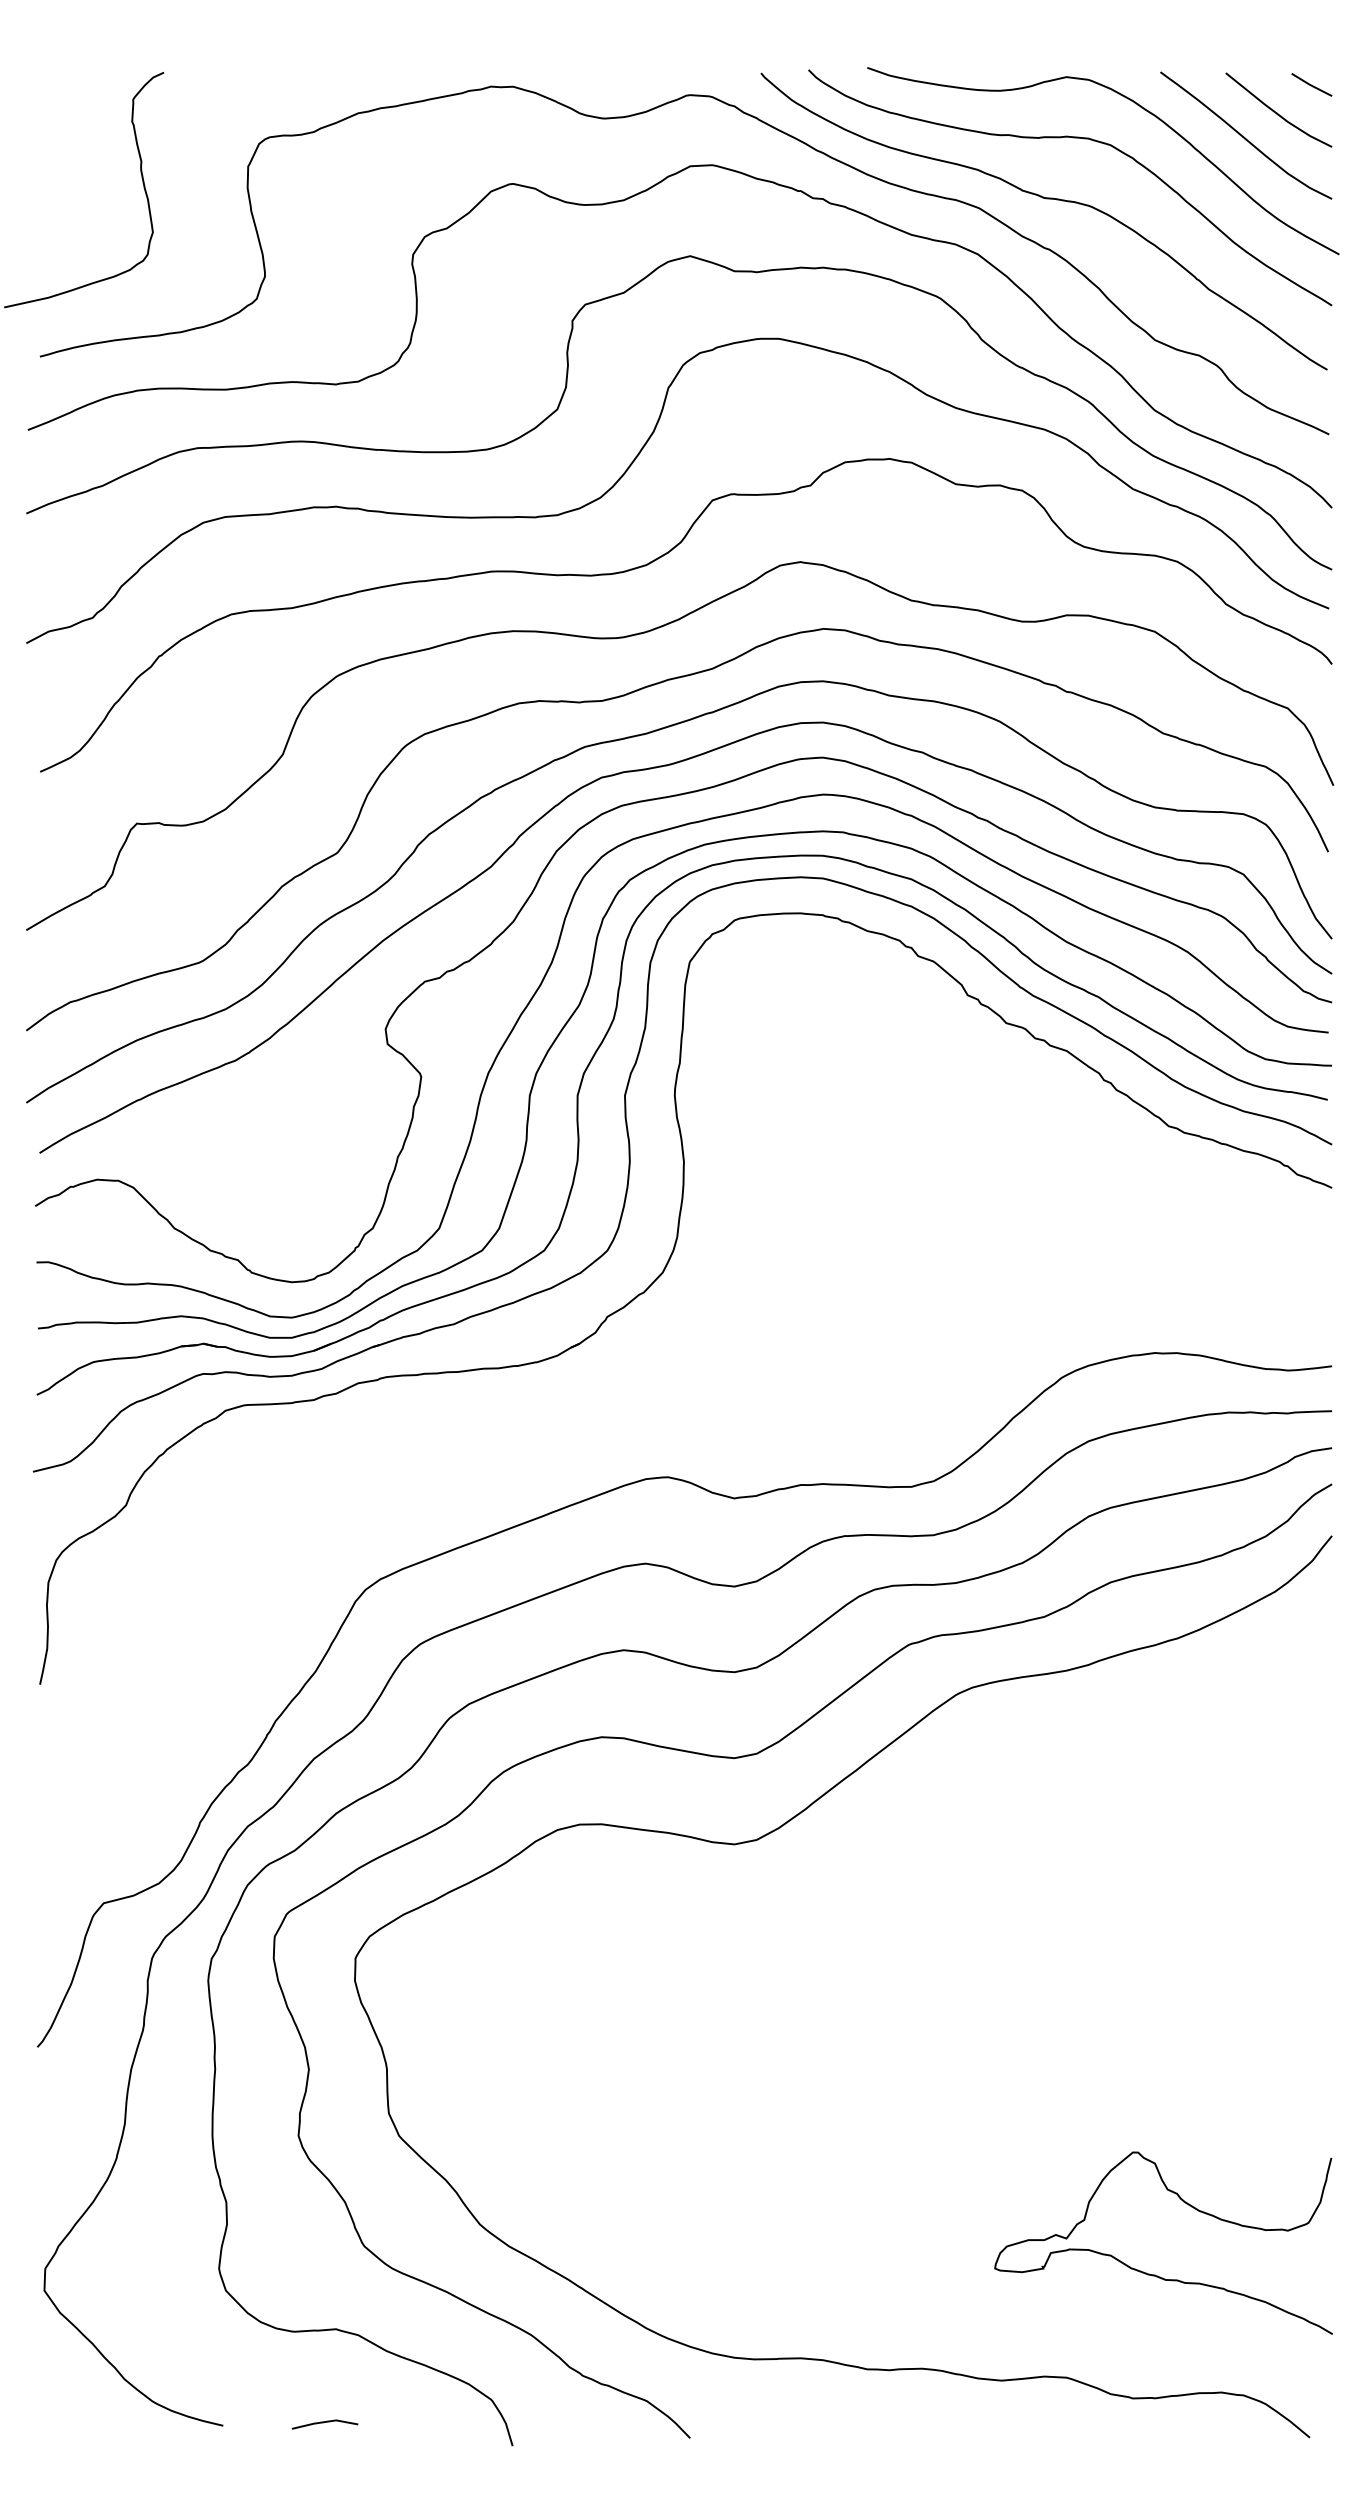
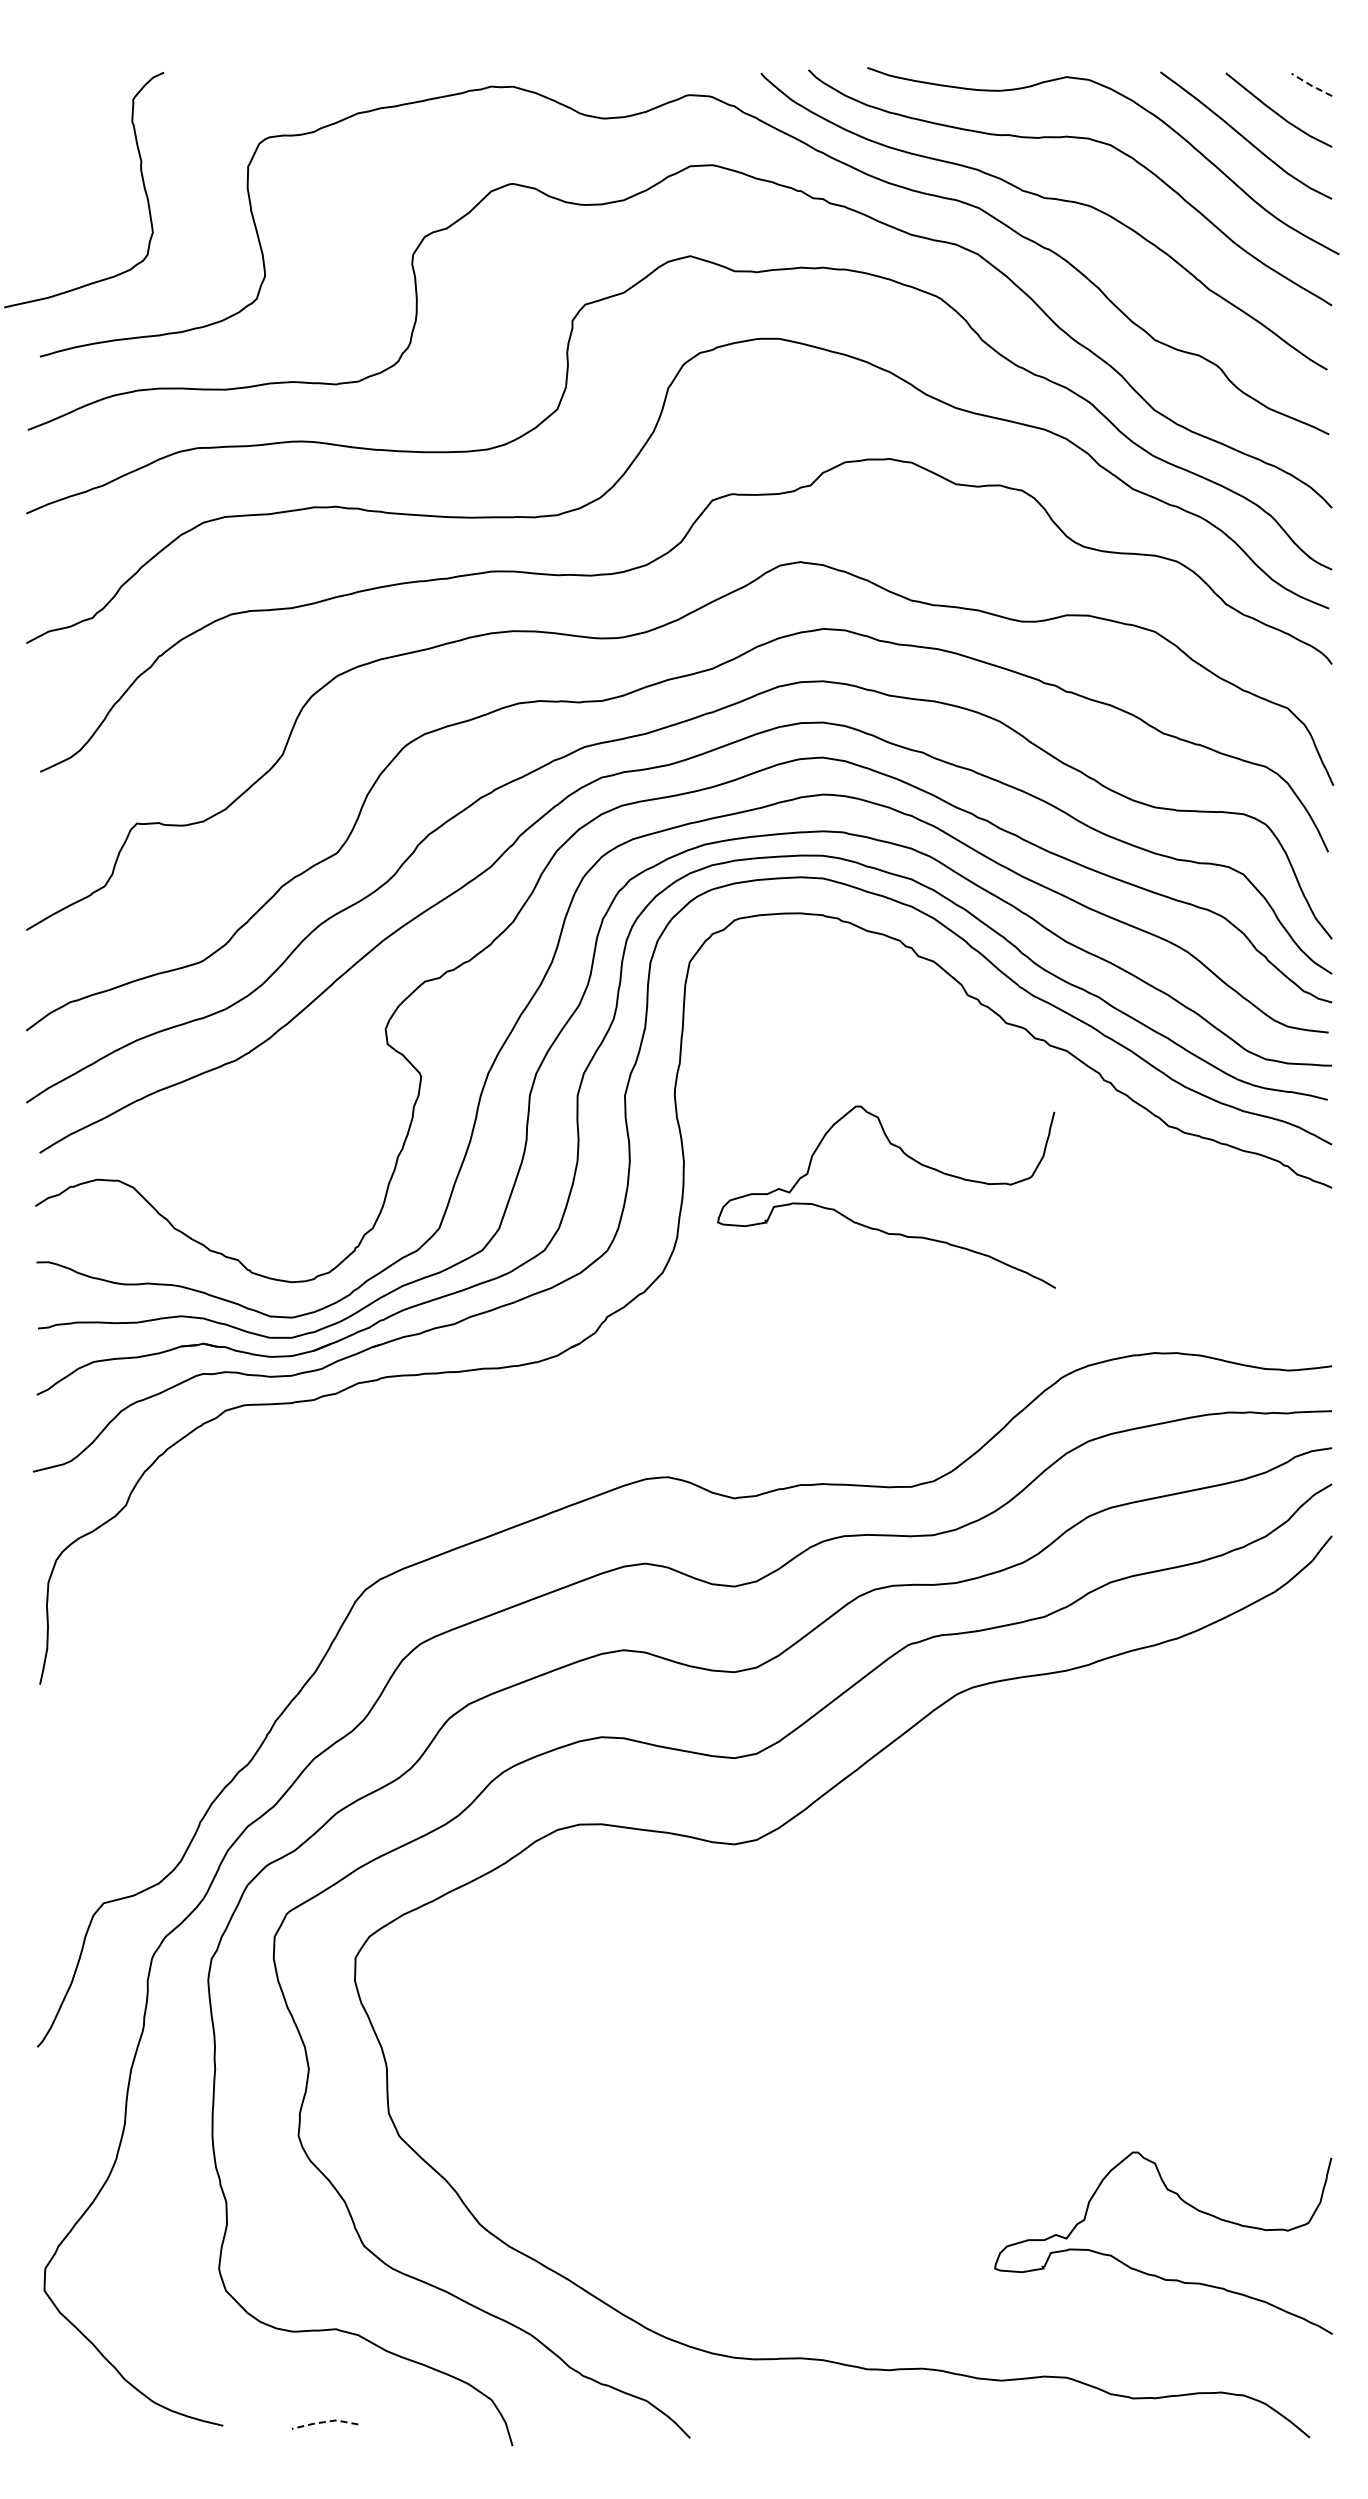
line at (1310, 85): solid -> dashed
curve at (878, 1228): none -> present
line at (324, 2422): solid -> dashed
